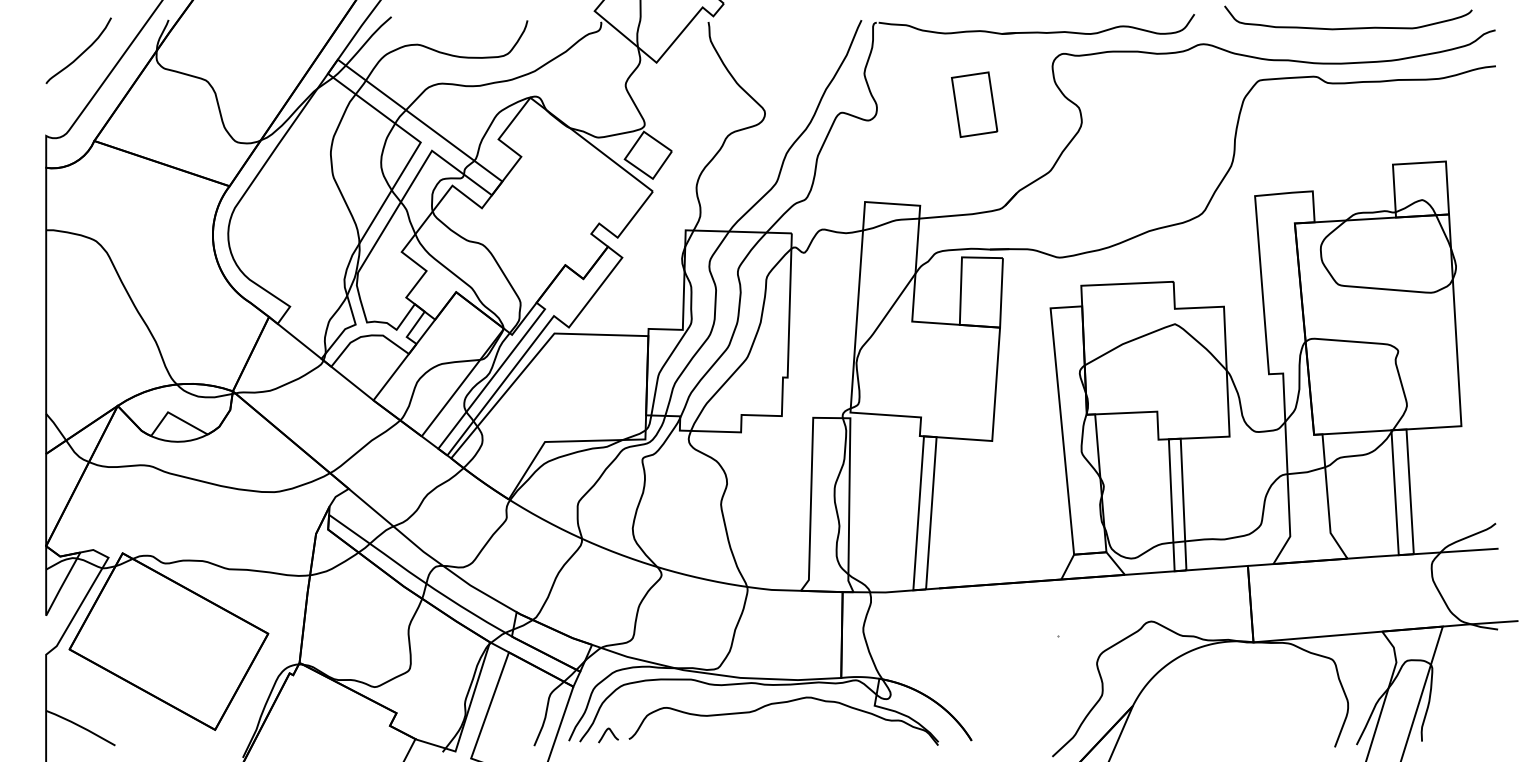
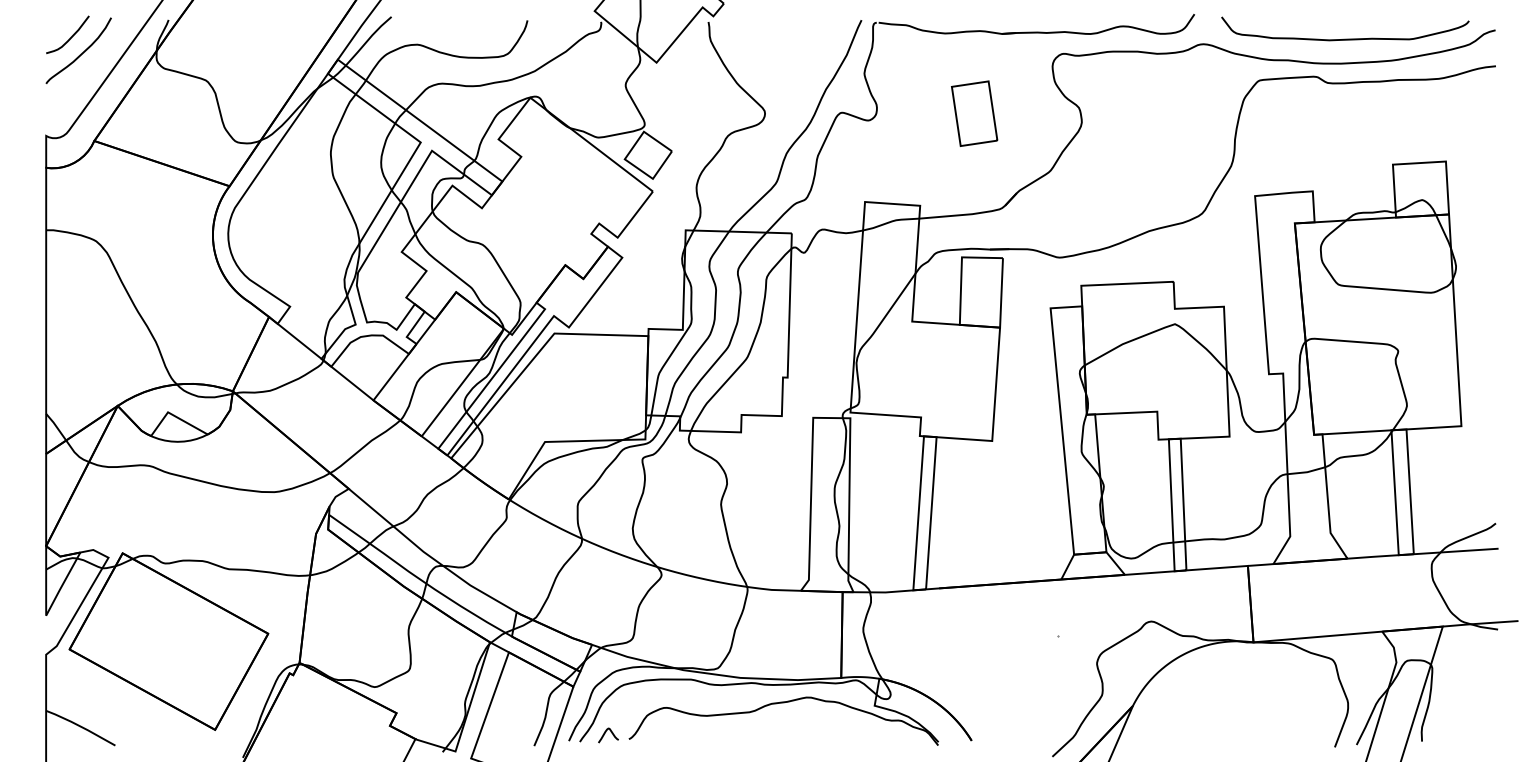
curve at (1348, 27) position: (1348, 27) -> (1345, 38)
curve at (70, 37): none -> present
part at (974, 104) position: (974, 104) -> (974, 113)
